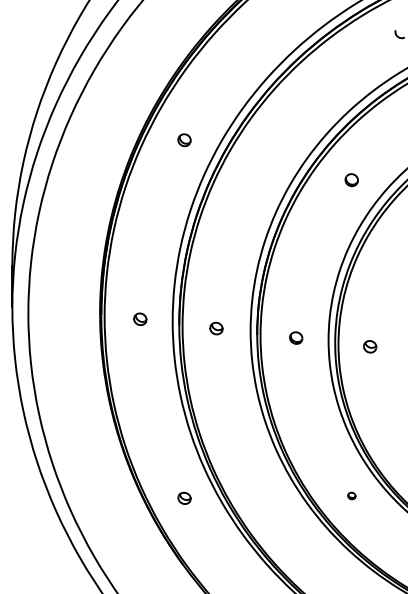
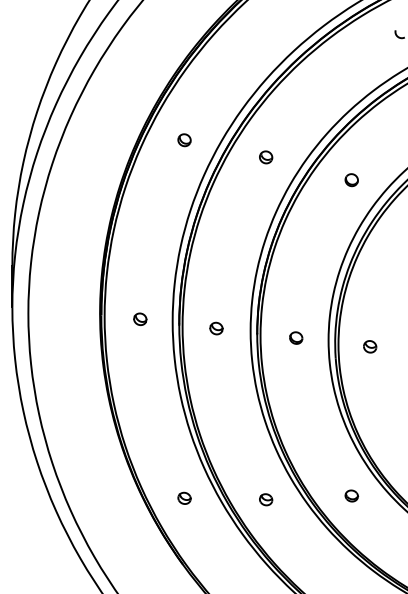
part at (266, 157): none -> present
part at (351, 495) size: 10x10 px -> 16x14 px
part at (266, 499): none -> present
